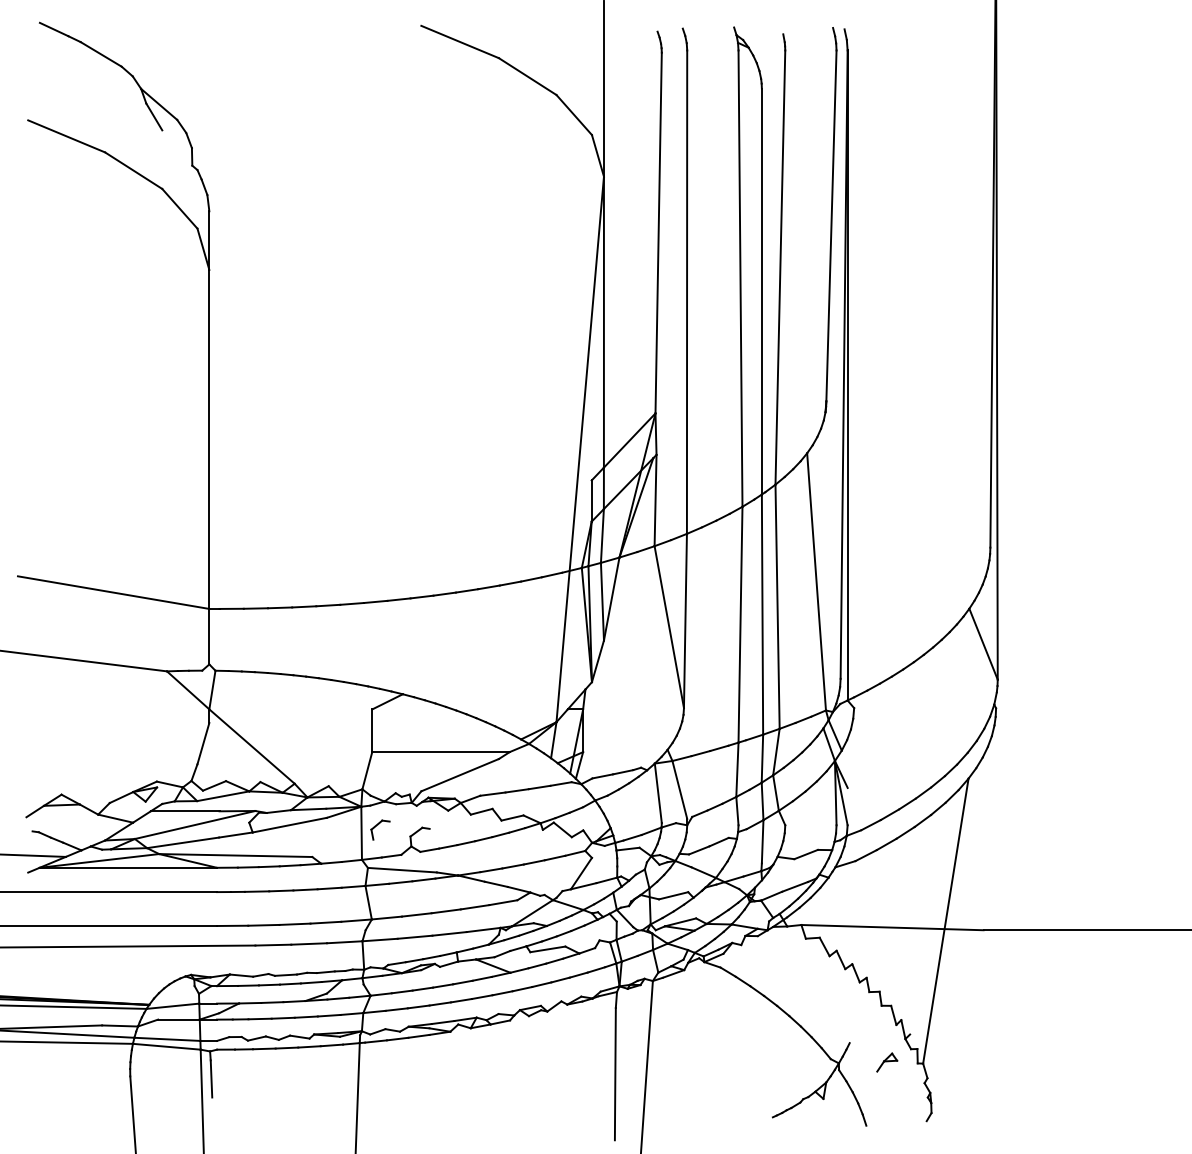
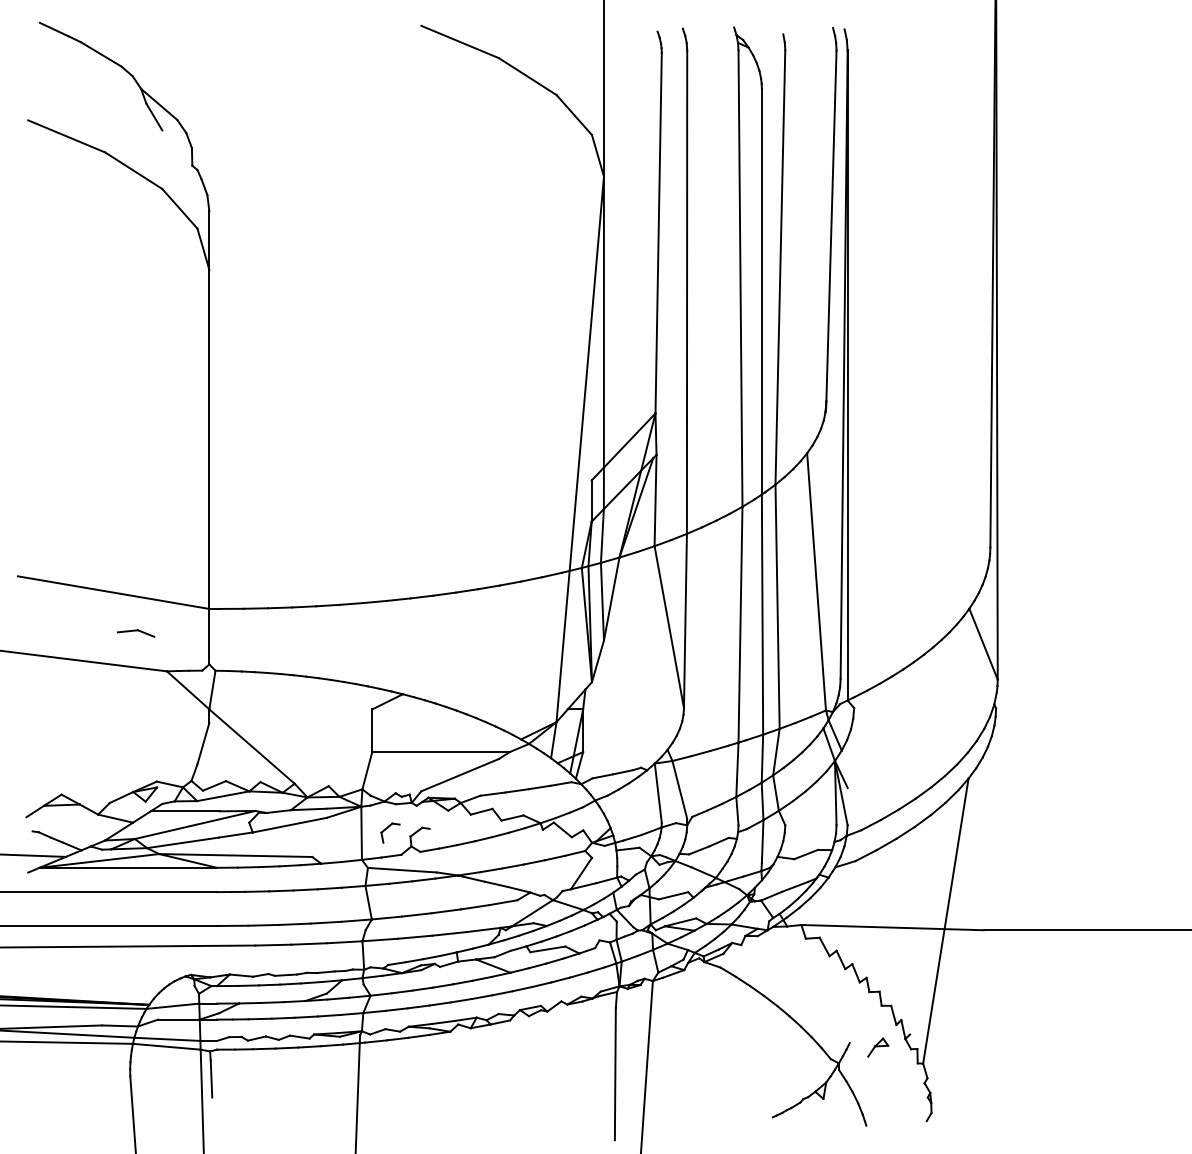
part at (136, 633): none -> present
part at (380, 829) position: (380, 829) -> (390, 832)
part at (887, 1062) position: (887, 1062) -> (878, 1047)
